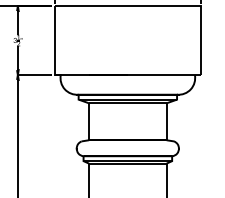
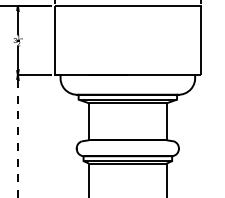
line at (17, 138): solid -> dashed
